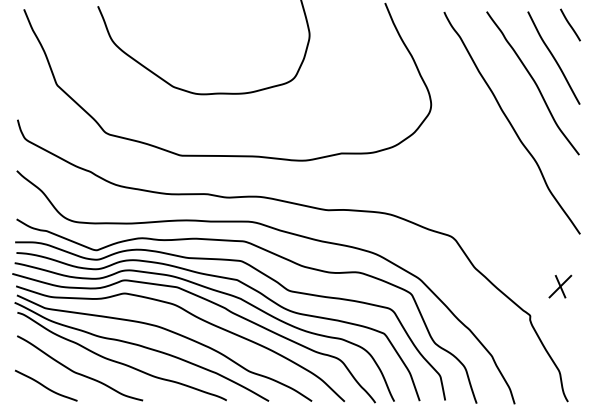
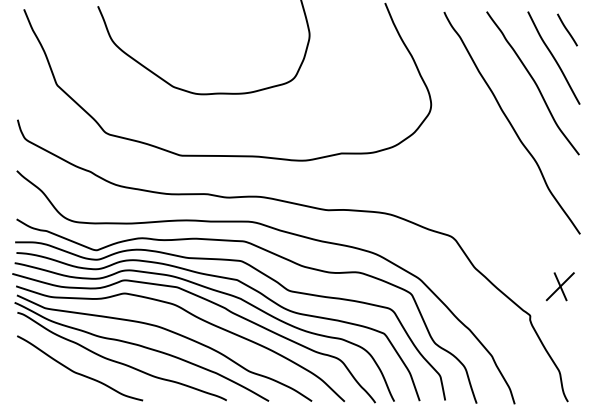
line at (570, 24) position: (570, 24) -> (567, 29)
part at (560, 286) size: 25x25 px -> 30x30 px
curve at (44, 385): present -> none
